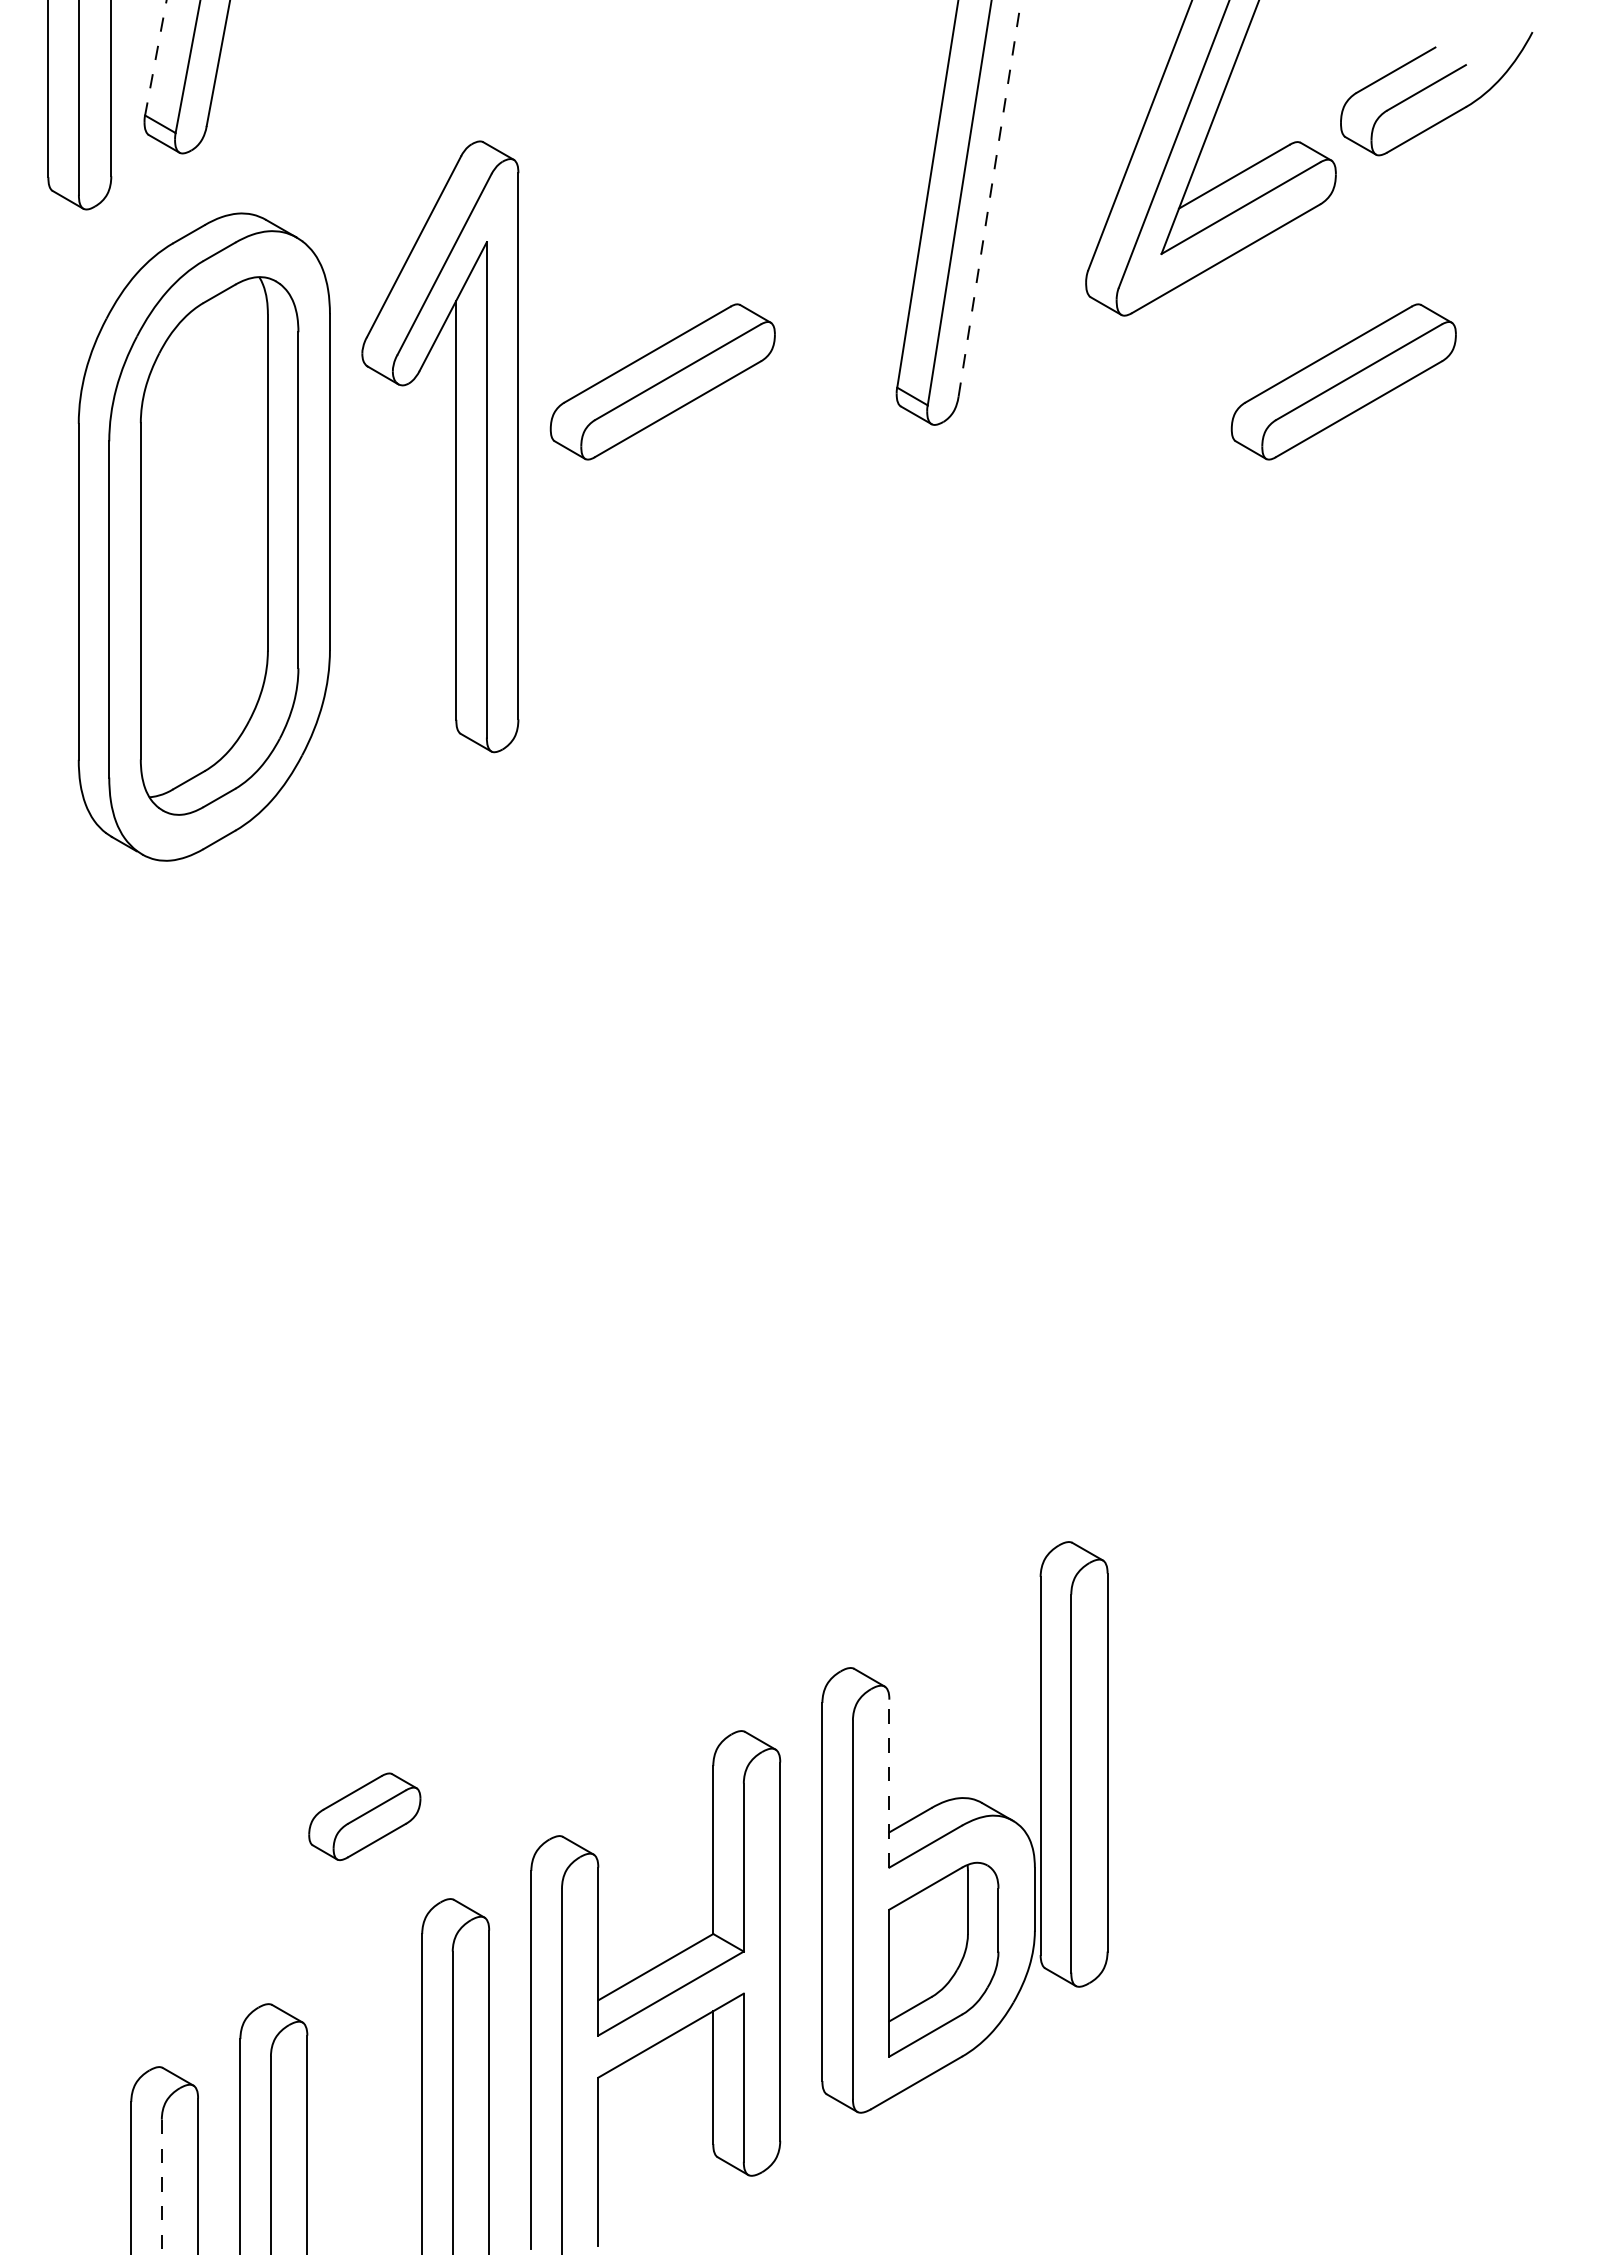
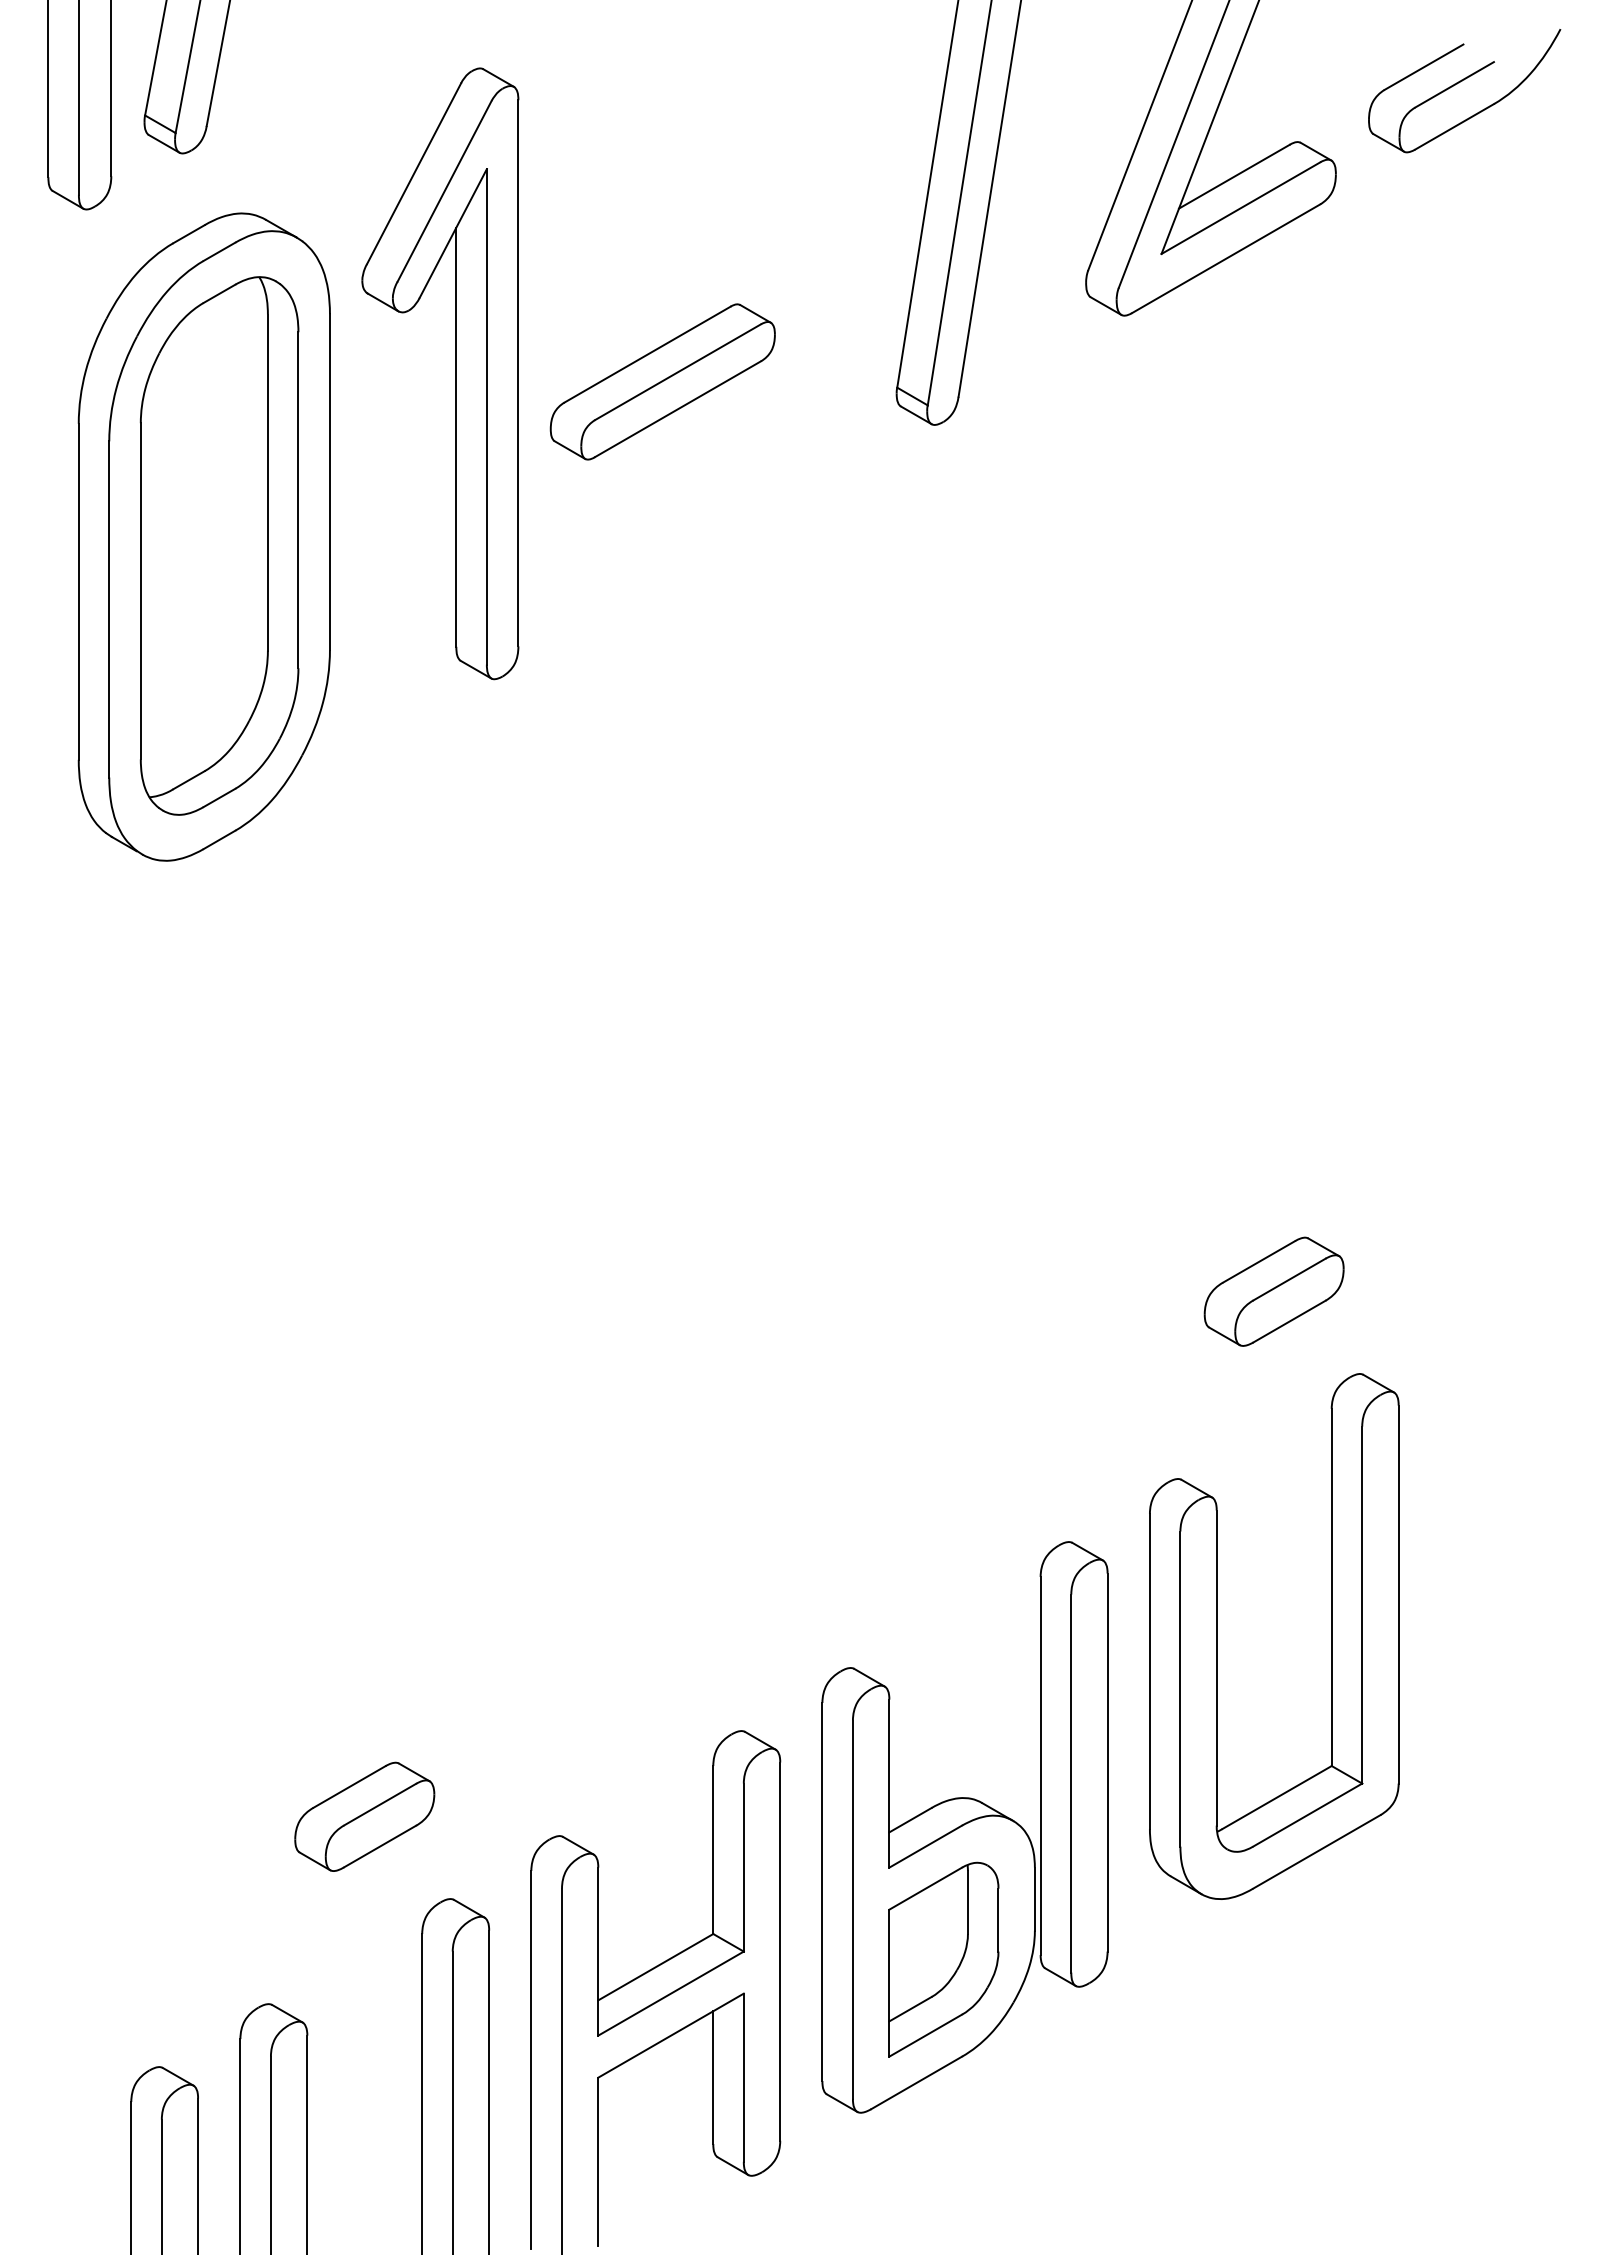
line at (155, 58): dashed -> solid
part at (1431, 86) position: (1431, 86) -> (1459, 83)
line at (989, 198): dashed -> solid
part at (1343, 381): present -> none
part at (455, 446) position: (455, 446) -> (455, 373)
part at (1273, 1291): none -> present
part at (1217, 1636): none -> present
line at (889, 1783): dashed -> solid
part at (364, 1816) size: 114x89 px -> 142x111 px
line at (161, 2187): dashed -> solid
